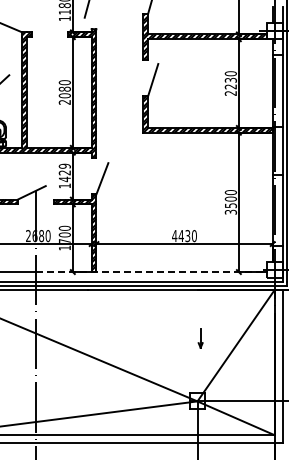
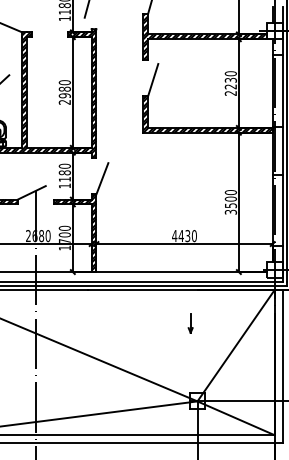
text at (64, 95): 2080 -> 2980
text at (64, 172): 1429 -> 1180
line at (152, 272): dashed -> solid
part at (200, 338) position: (200, 338) -> (190, 323)
